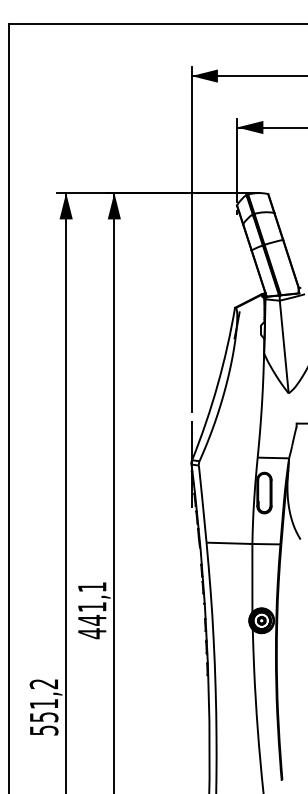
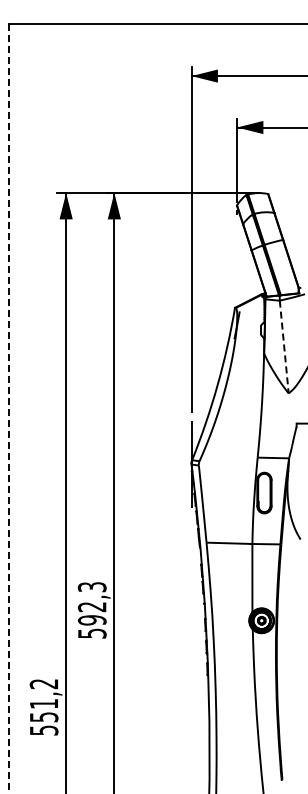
line at (284, 347): solid -> dashed
line at (9, 408): solid -> dashed
text at (91, 610): 441,1 -> 592,3
